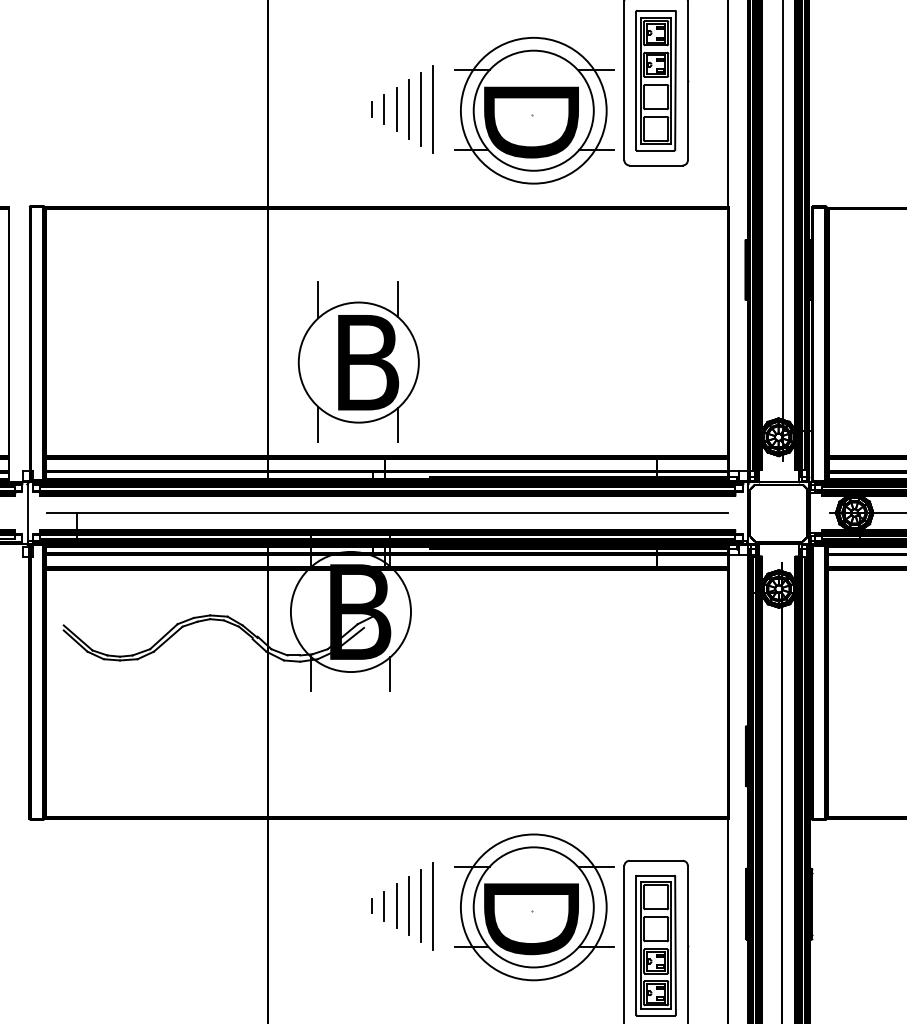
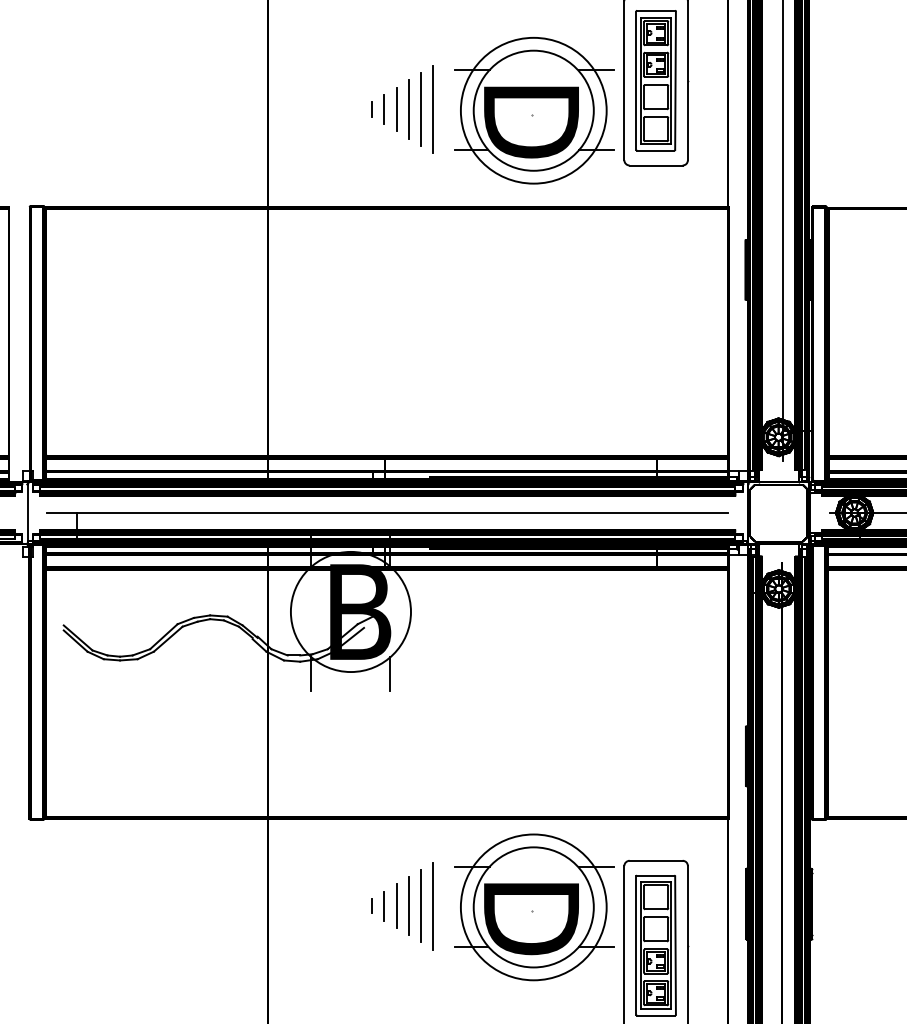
part at (358, 361): present -> none
